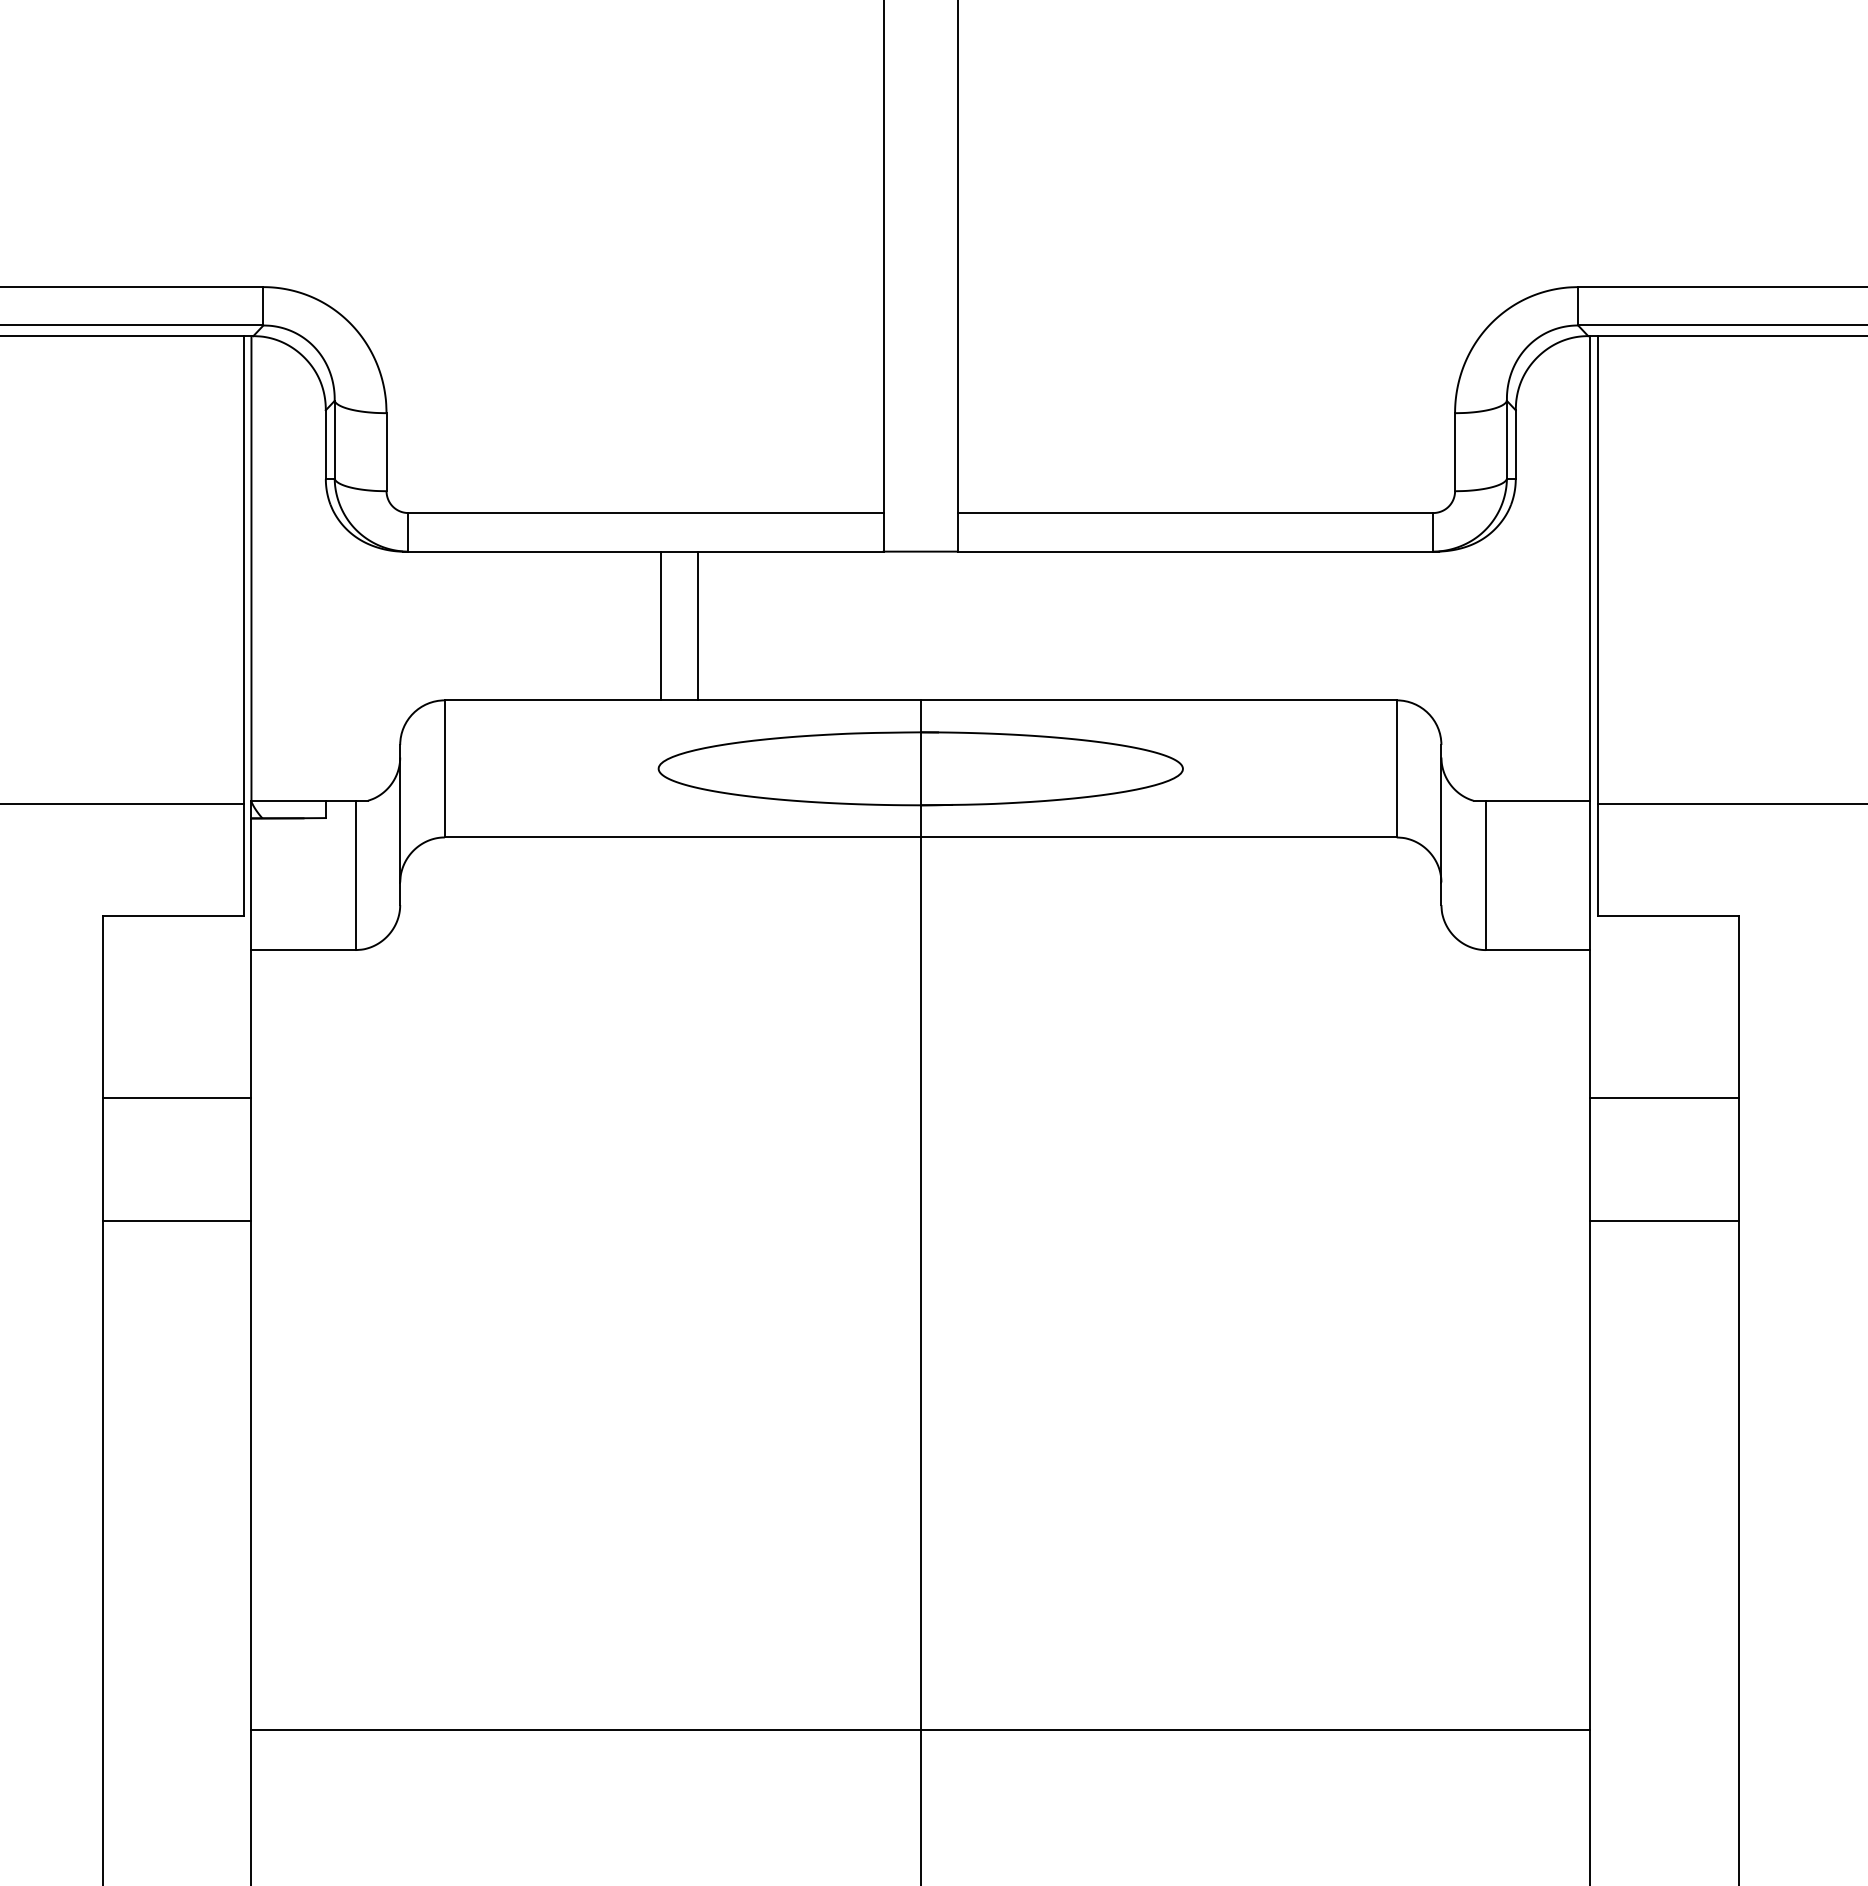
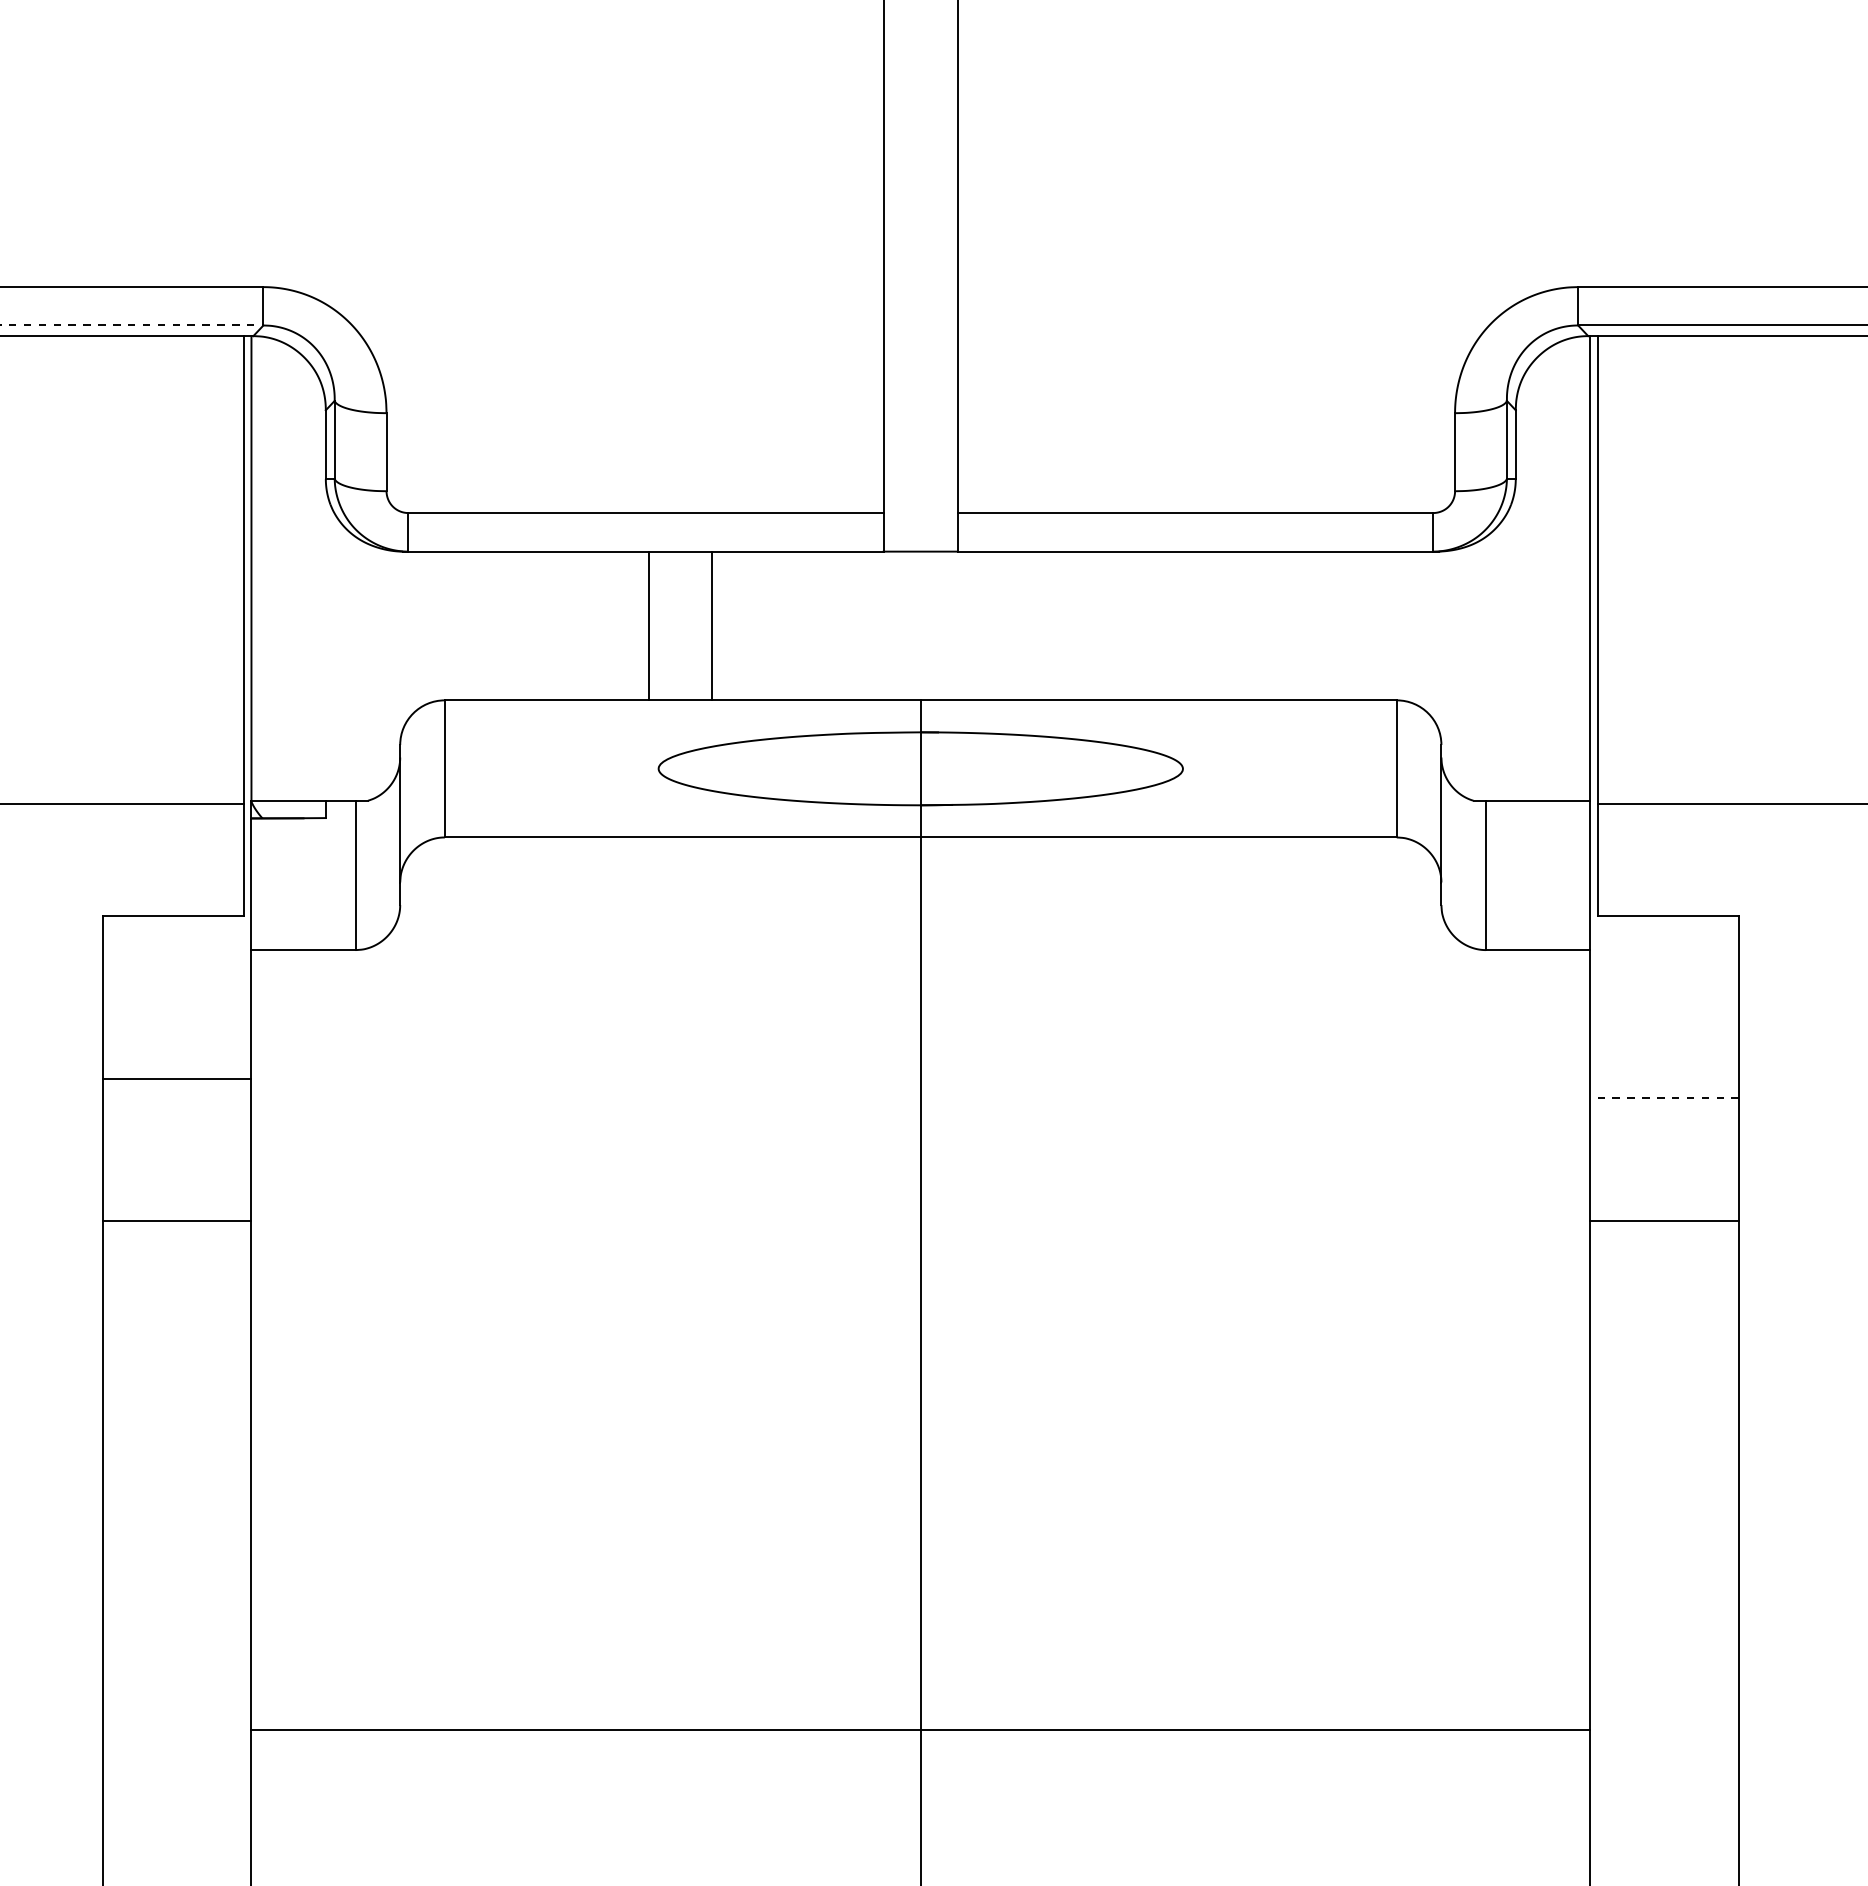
line at (132, 325): solid -> dashed
line at (660, 625) position: (660, 625) -> (648, 625)
line at (697, 625) position: (697, 625) -> (711, 625)
line at (176, 1098) position: (176, 1098) -> (176, 1079)
line at (1664, 1098): solid -> dashed
